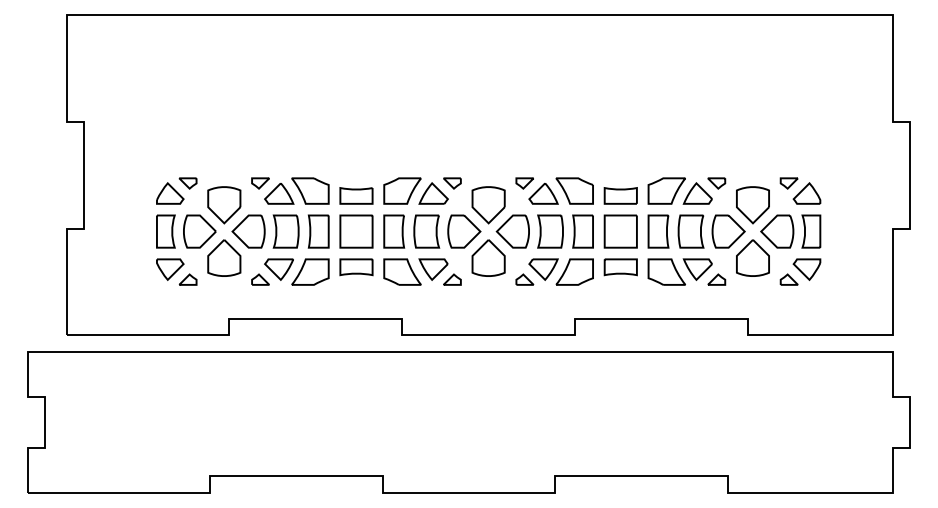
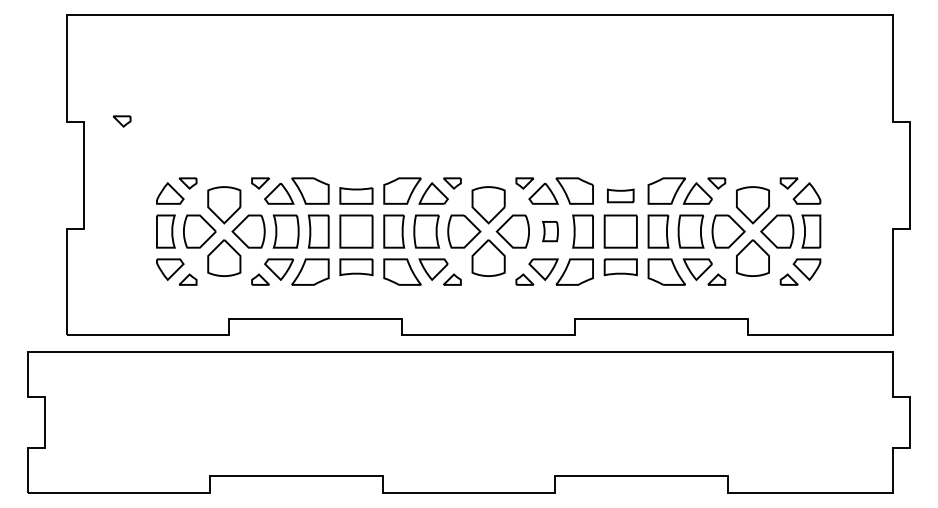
part at (121, 121): none -> present
part at (620, 195) size: 35x18 px -> 28x16 px
part at (550, 231) size: 27x35 px -> 17x22 px
